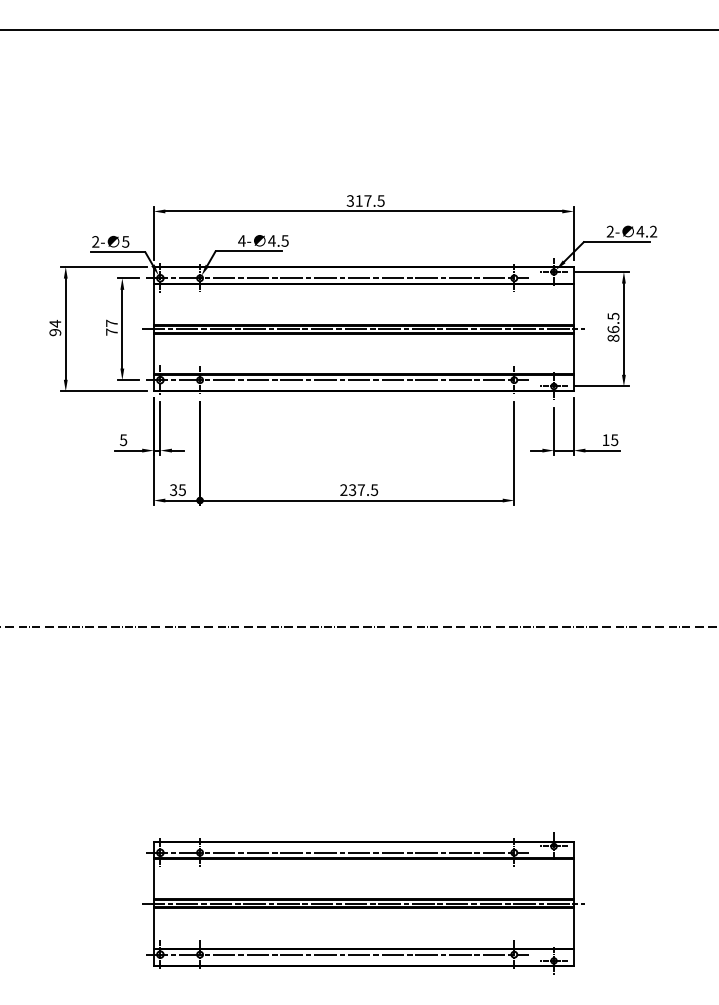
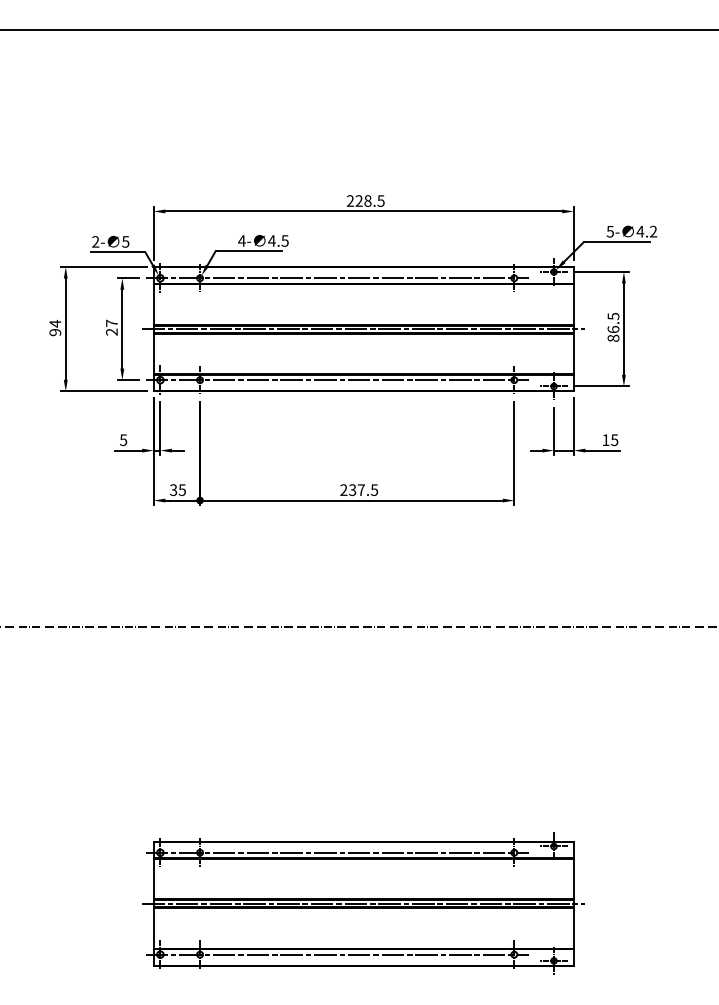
text at (358, 200): 317.5 -> 228.5
text at (609, 231): 2- -> 5-
text at (111, 331): 77 -> 27
